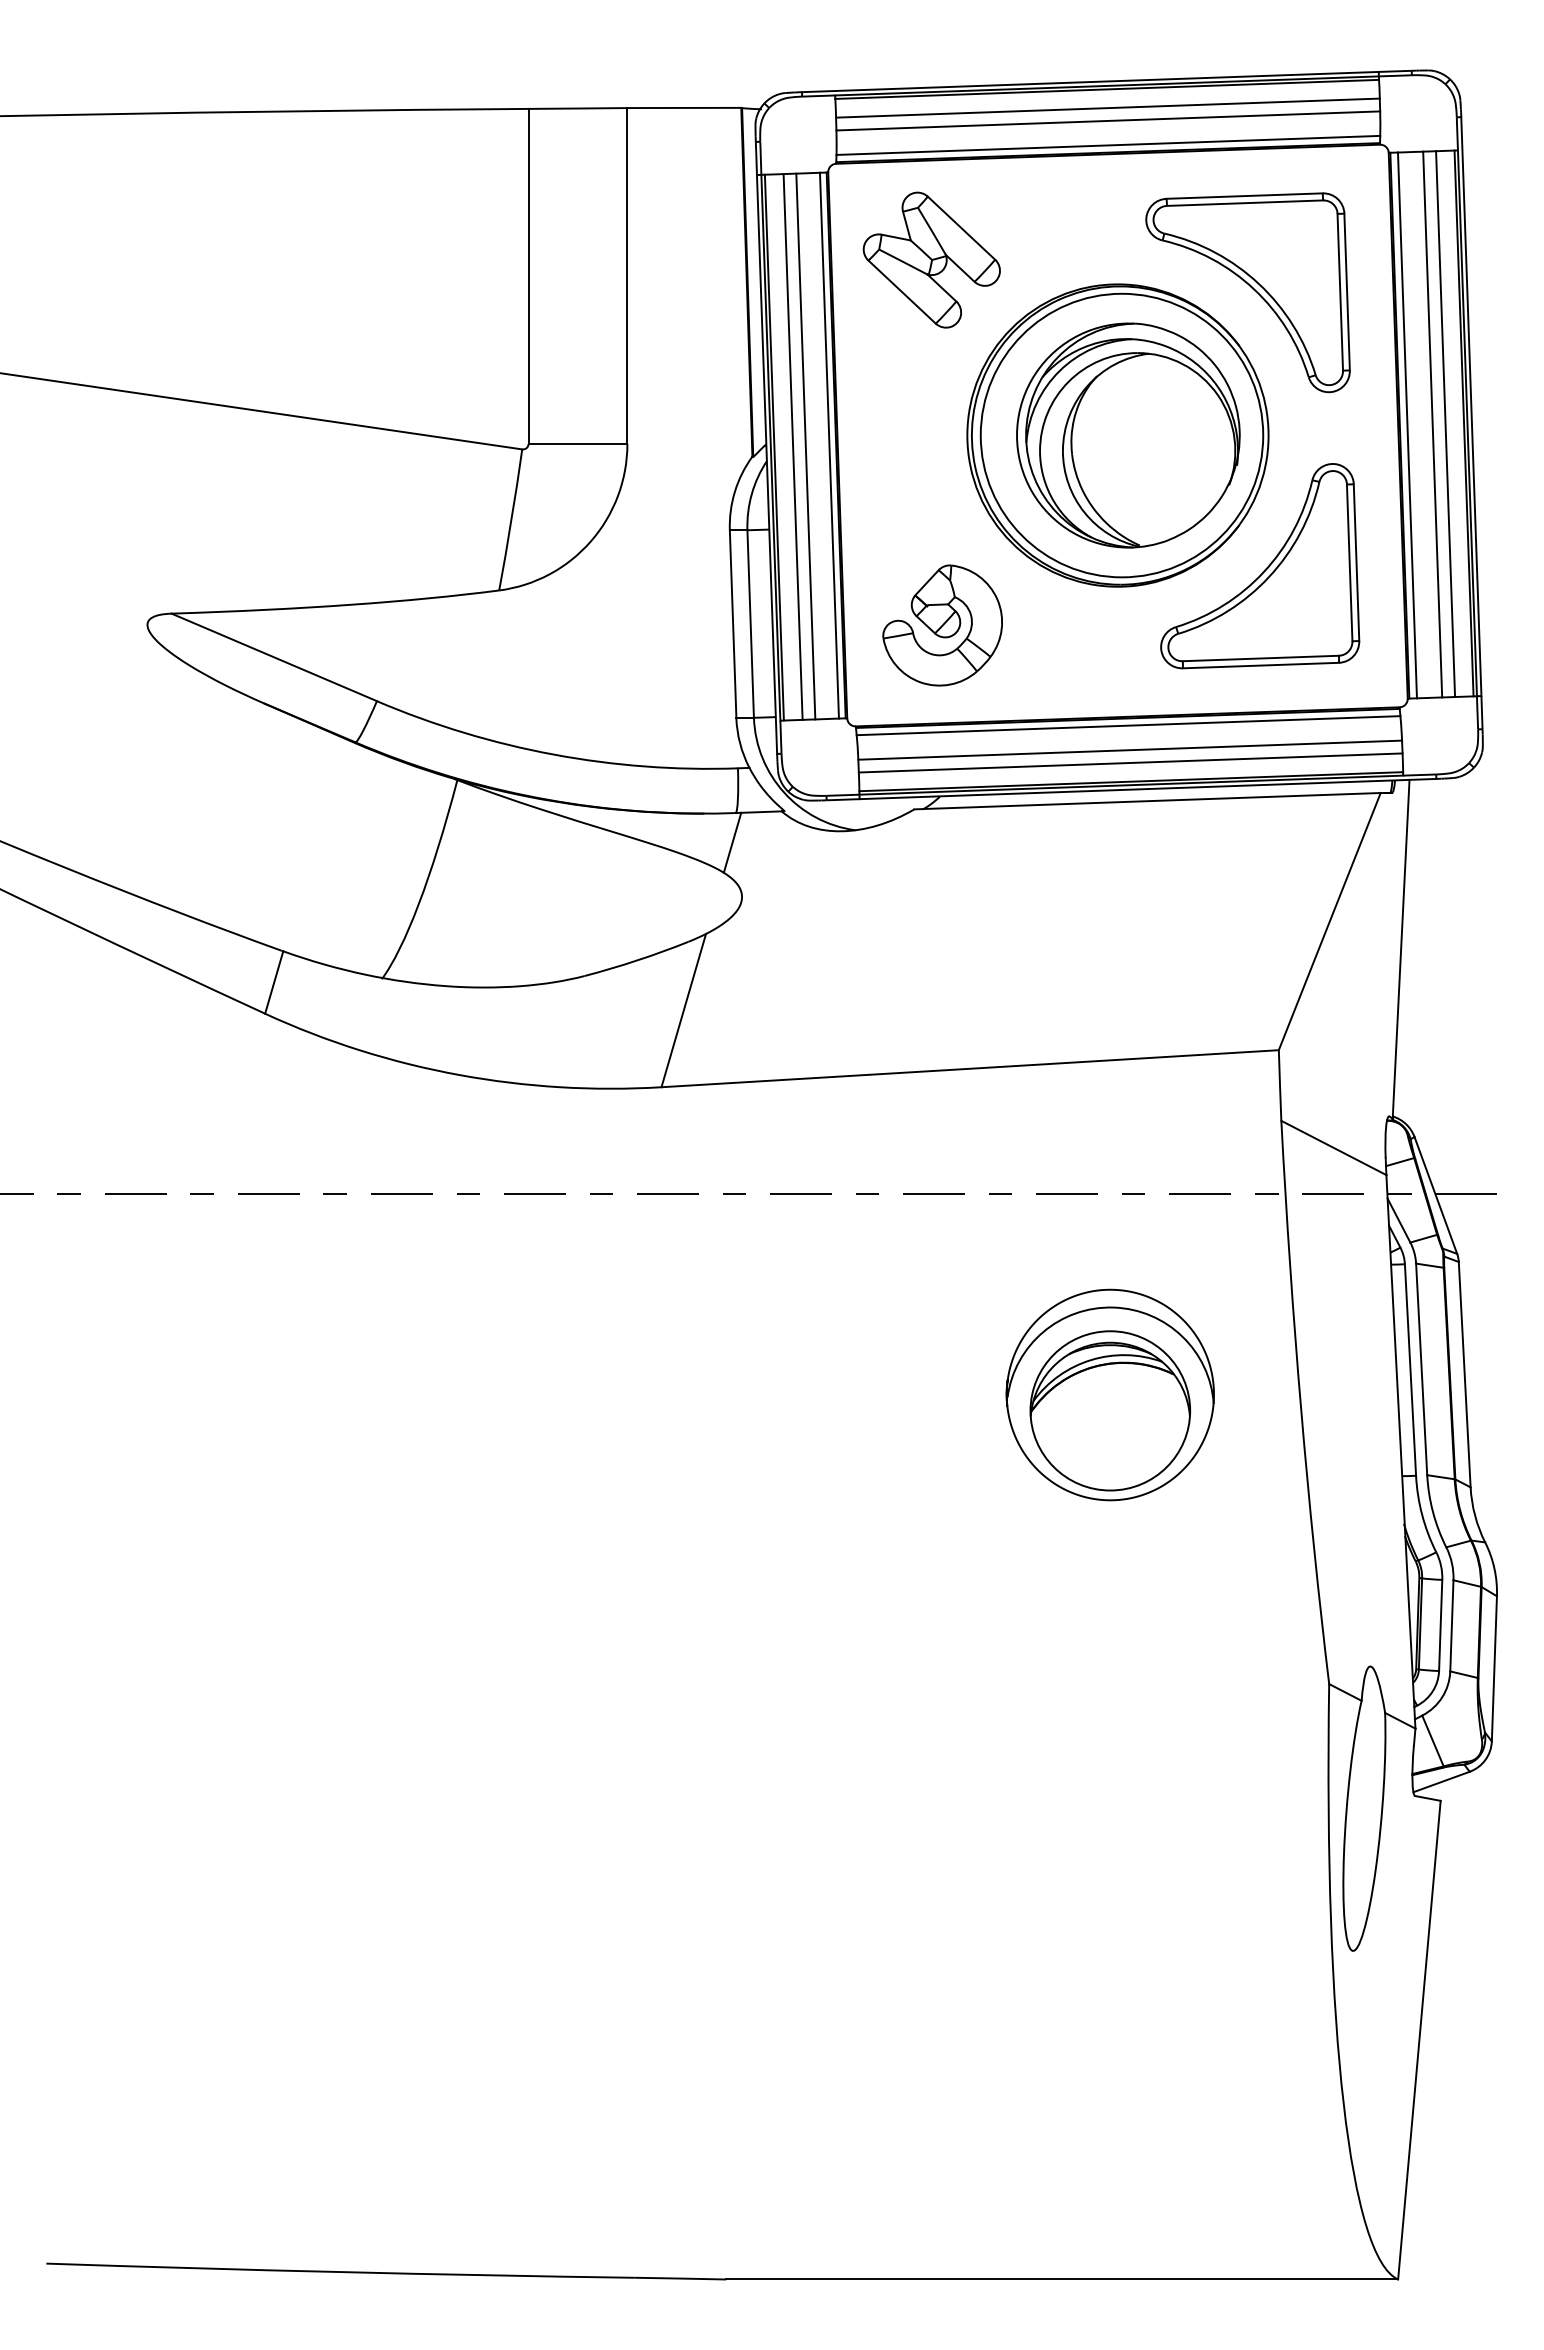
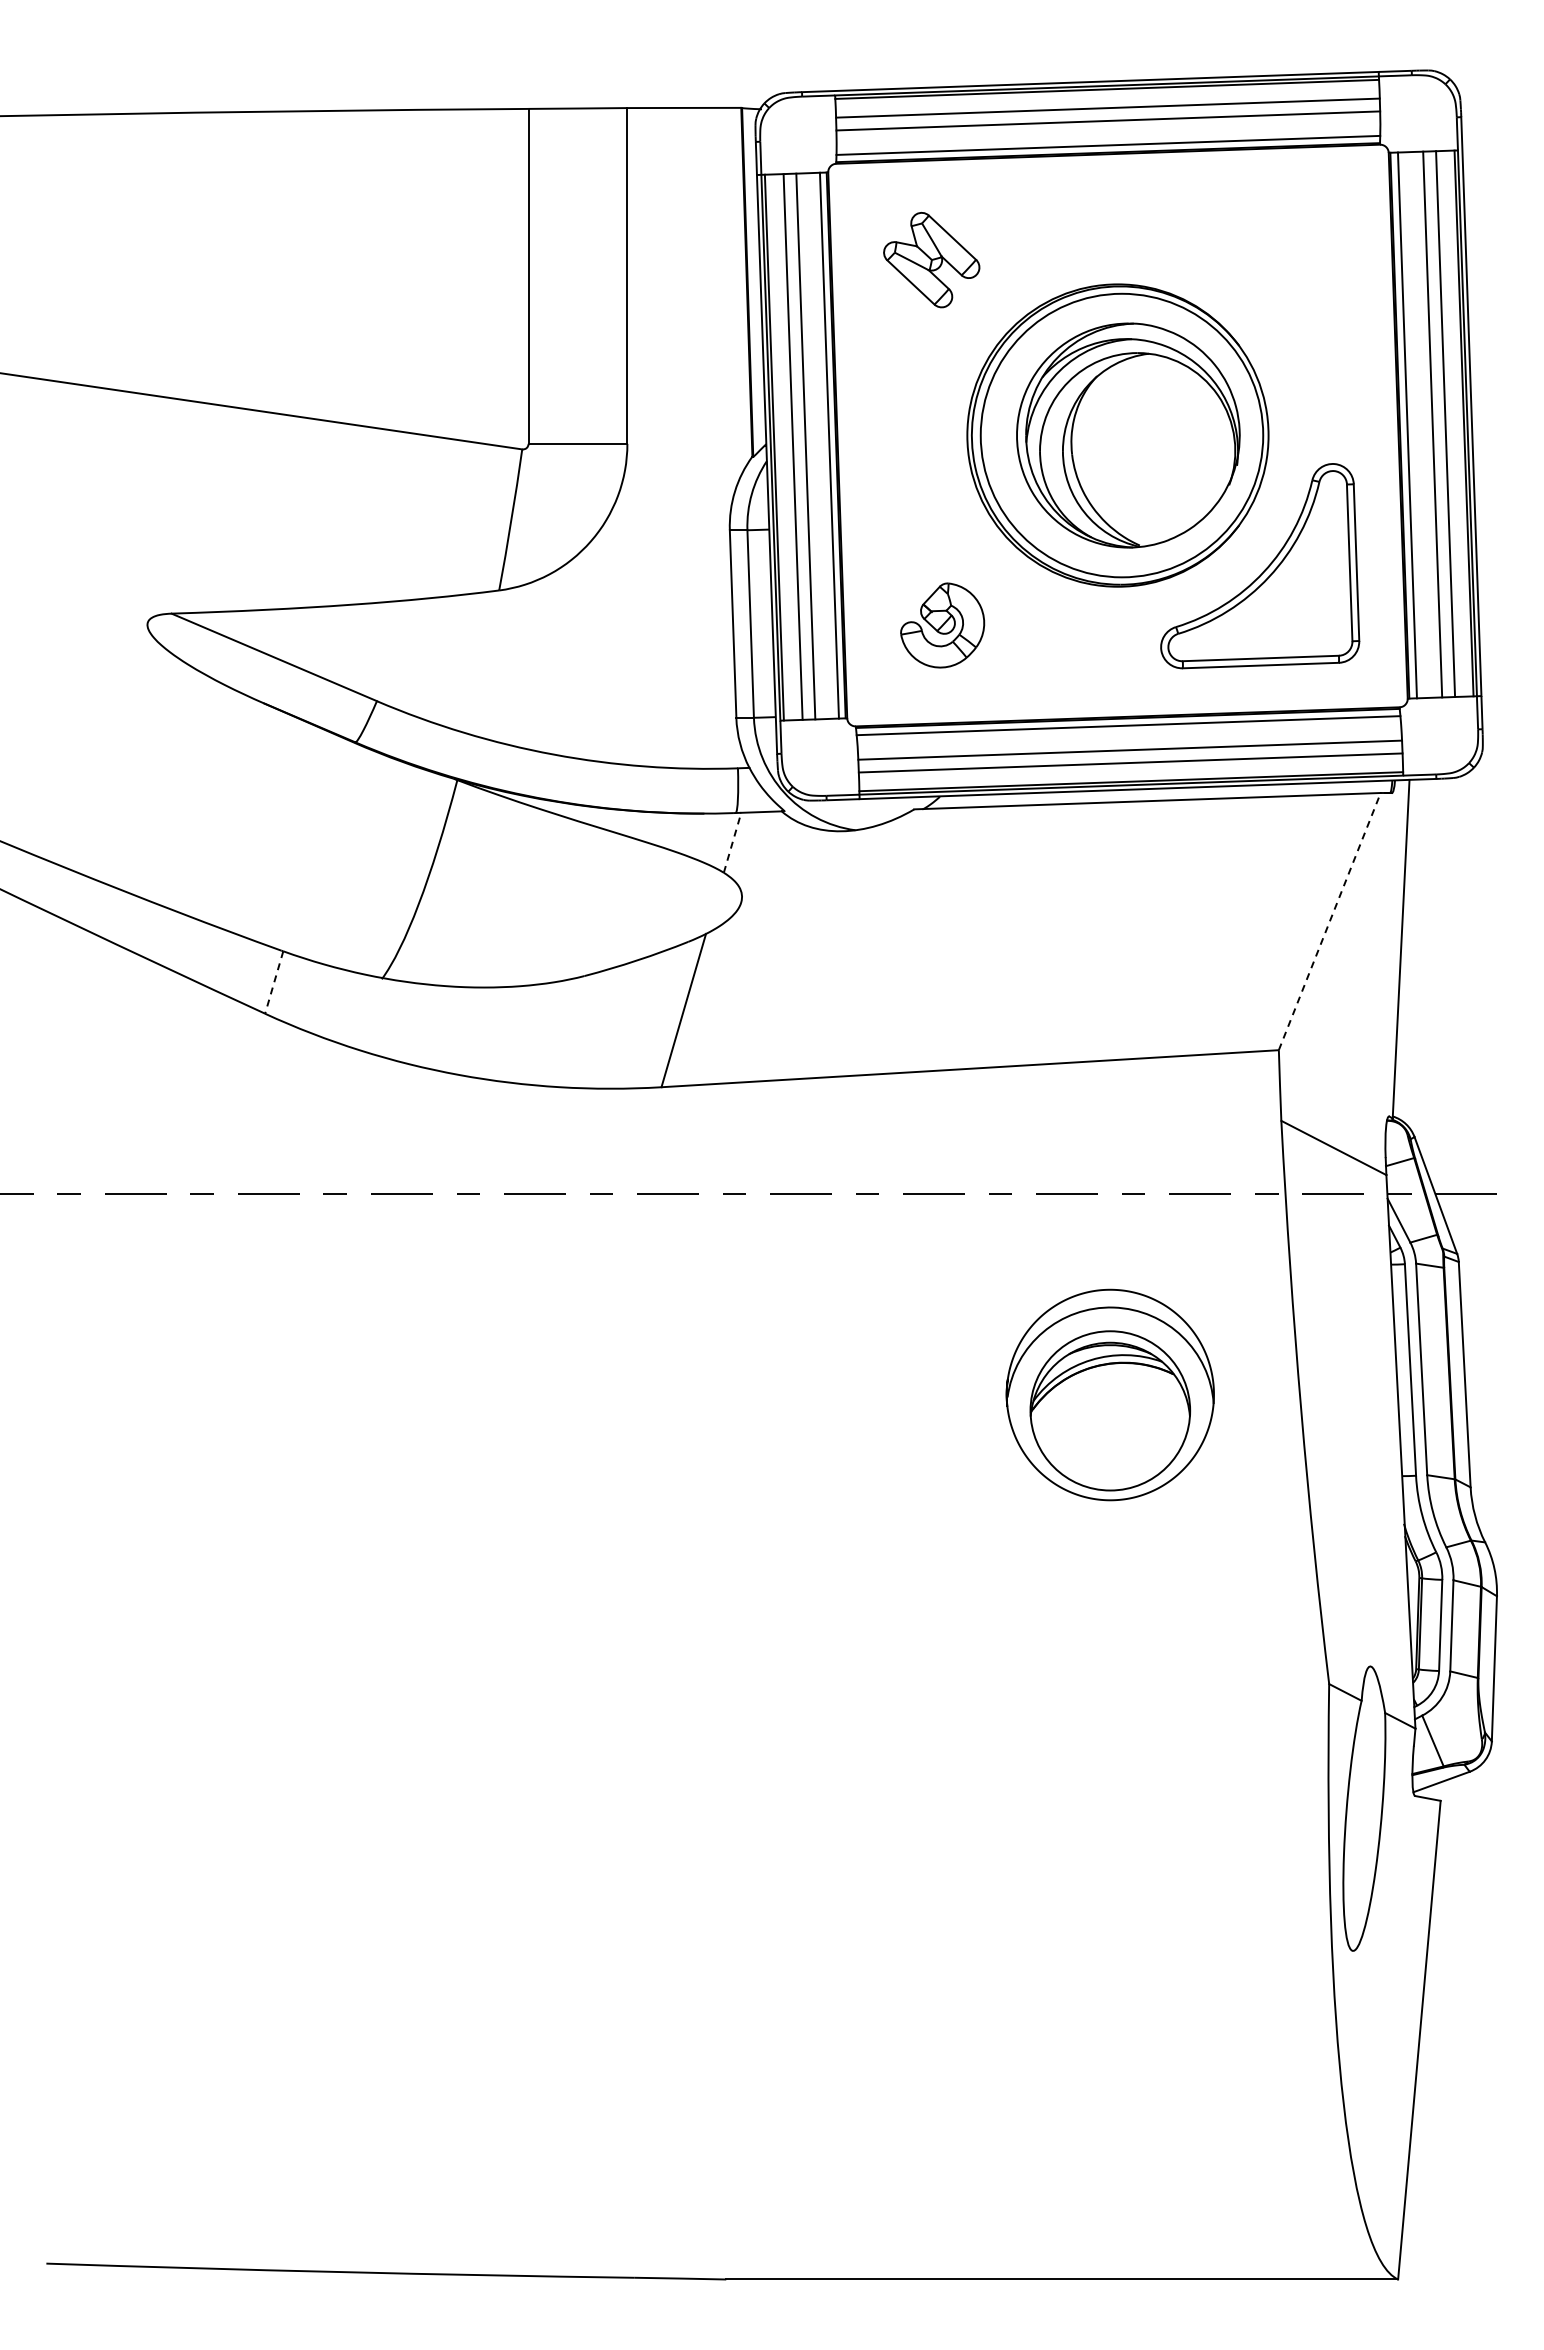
part at (931, 259) size: 139x138 px -> 98x97 px
part at (1247, 292): present -> none
part at (942, 625) size: 121x123 px -> 86x87 px
line at (732, 842): solid -> dashed
line at (1329, 921): solid -> dashed
line at (274, 982): solid -> dashed
